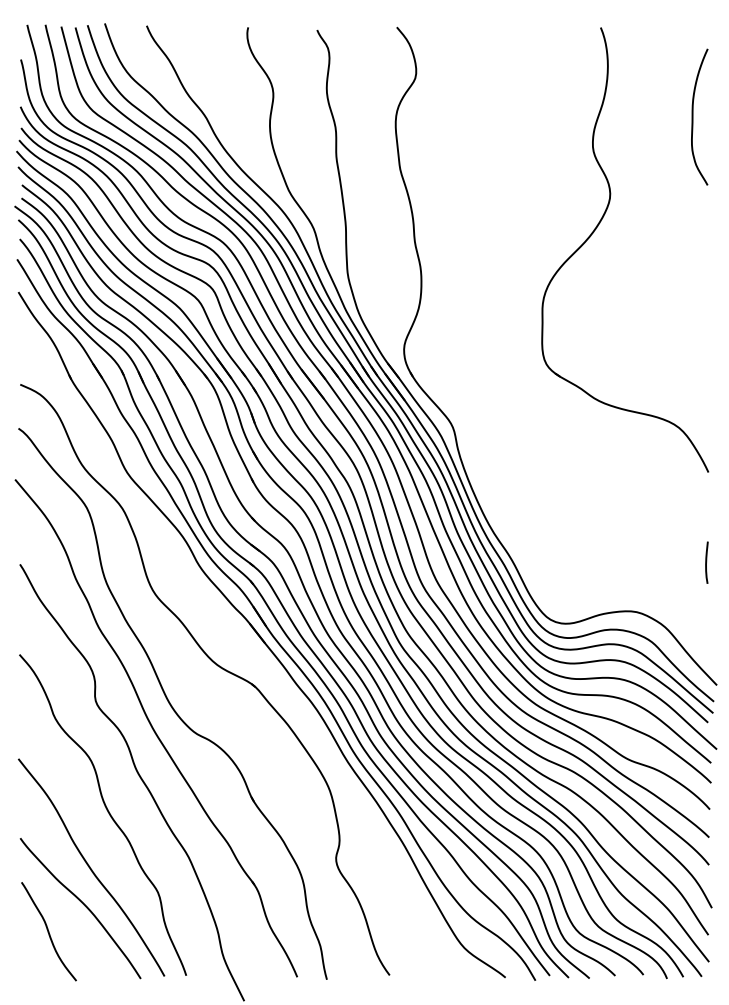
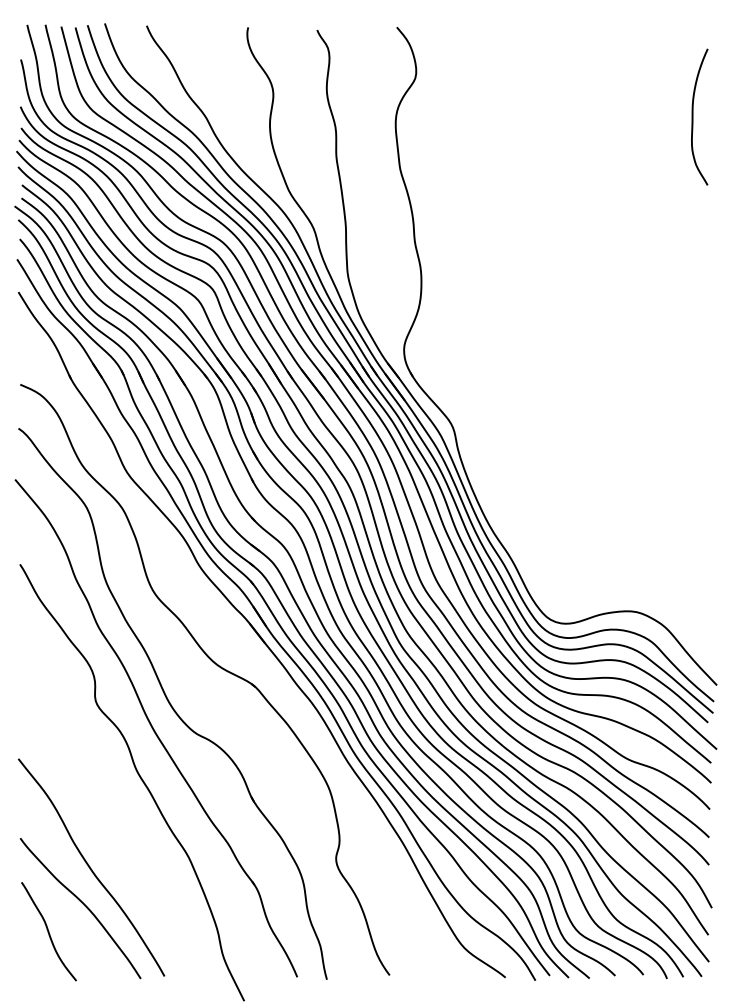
part at (596, 229): present -> none
curve at (706, 562): present -> none
curve at (107, 812): present -> none
